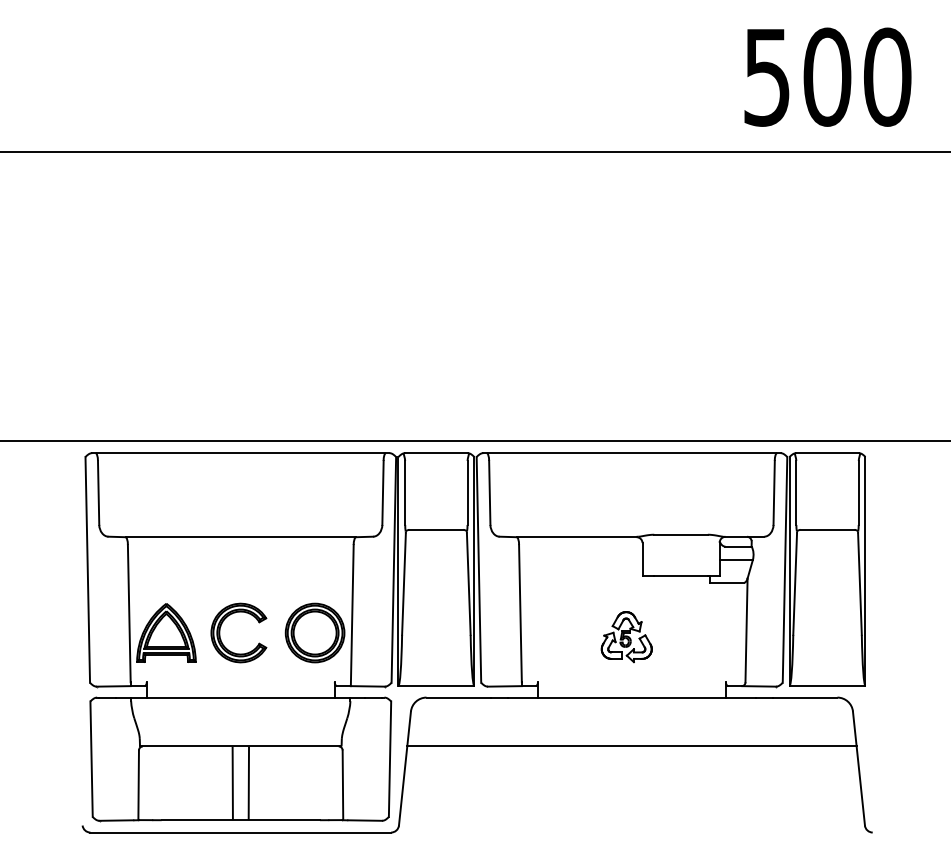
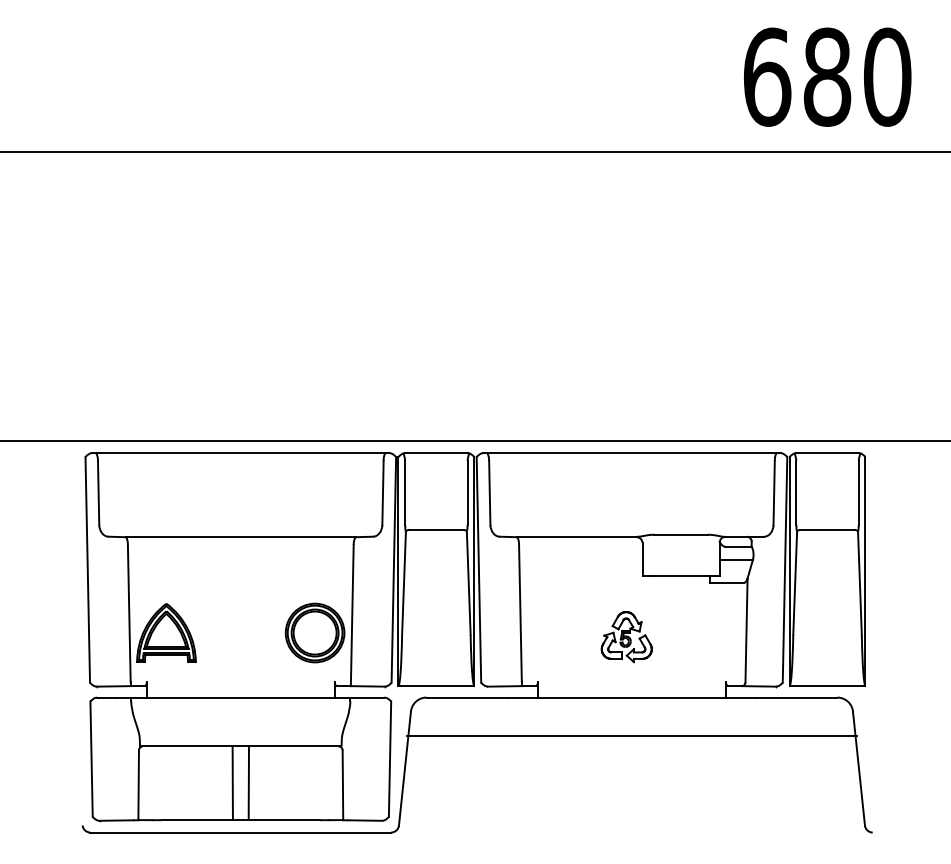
text at (797, 76): 500 -> 680
part at (222, 624): present -> none
line at (631, 746) position: (631, 746) -> (631, 736)
